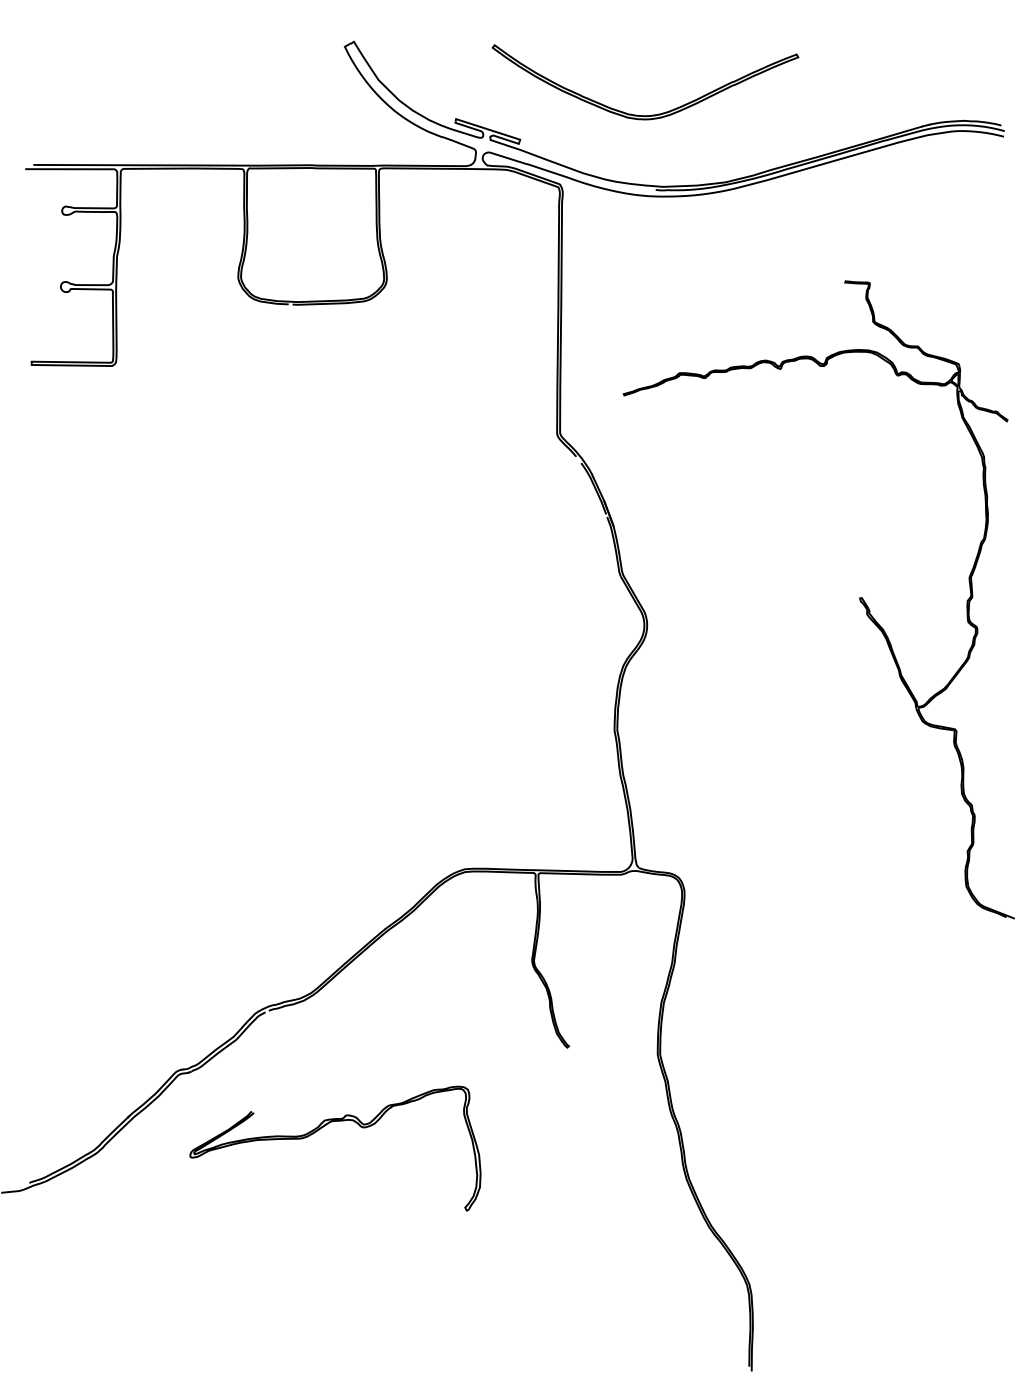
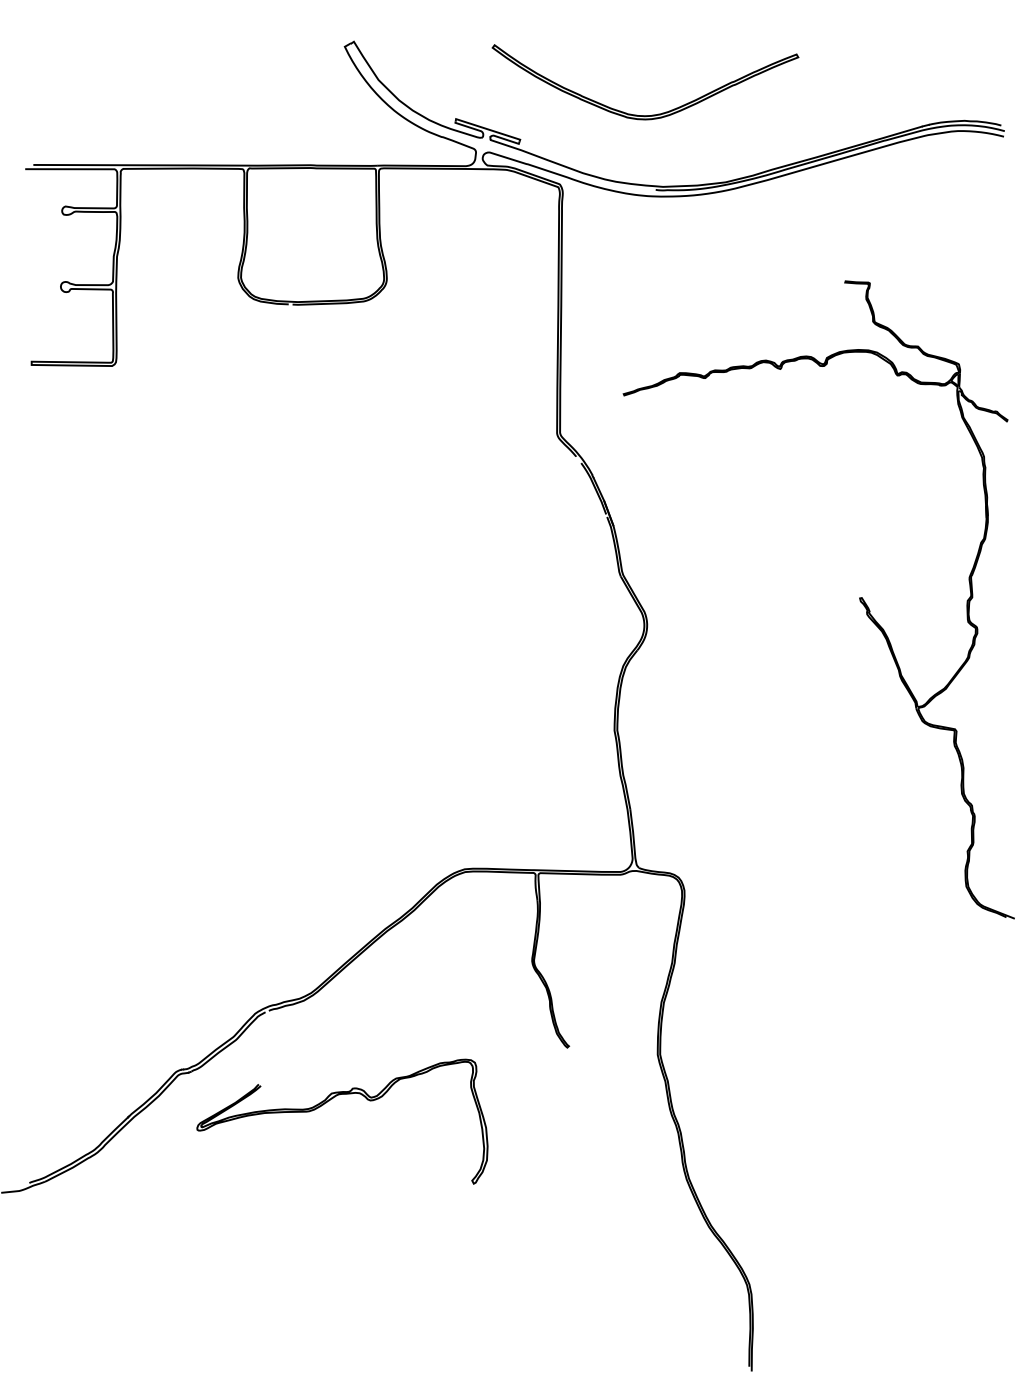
curve at (322, 1128) position: (322, 1128) -> (329, 1101)
